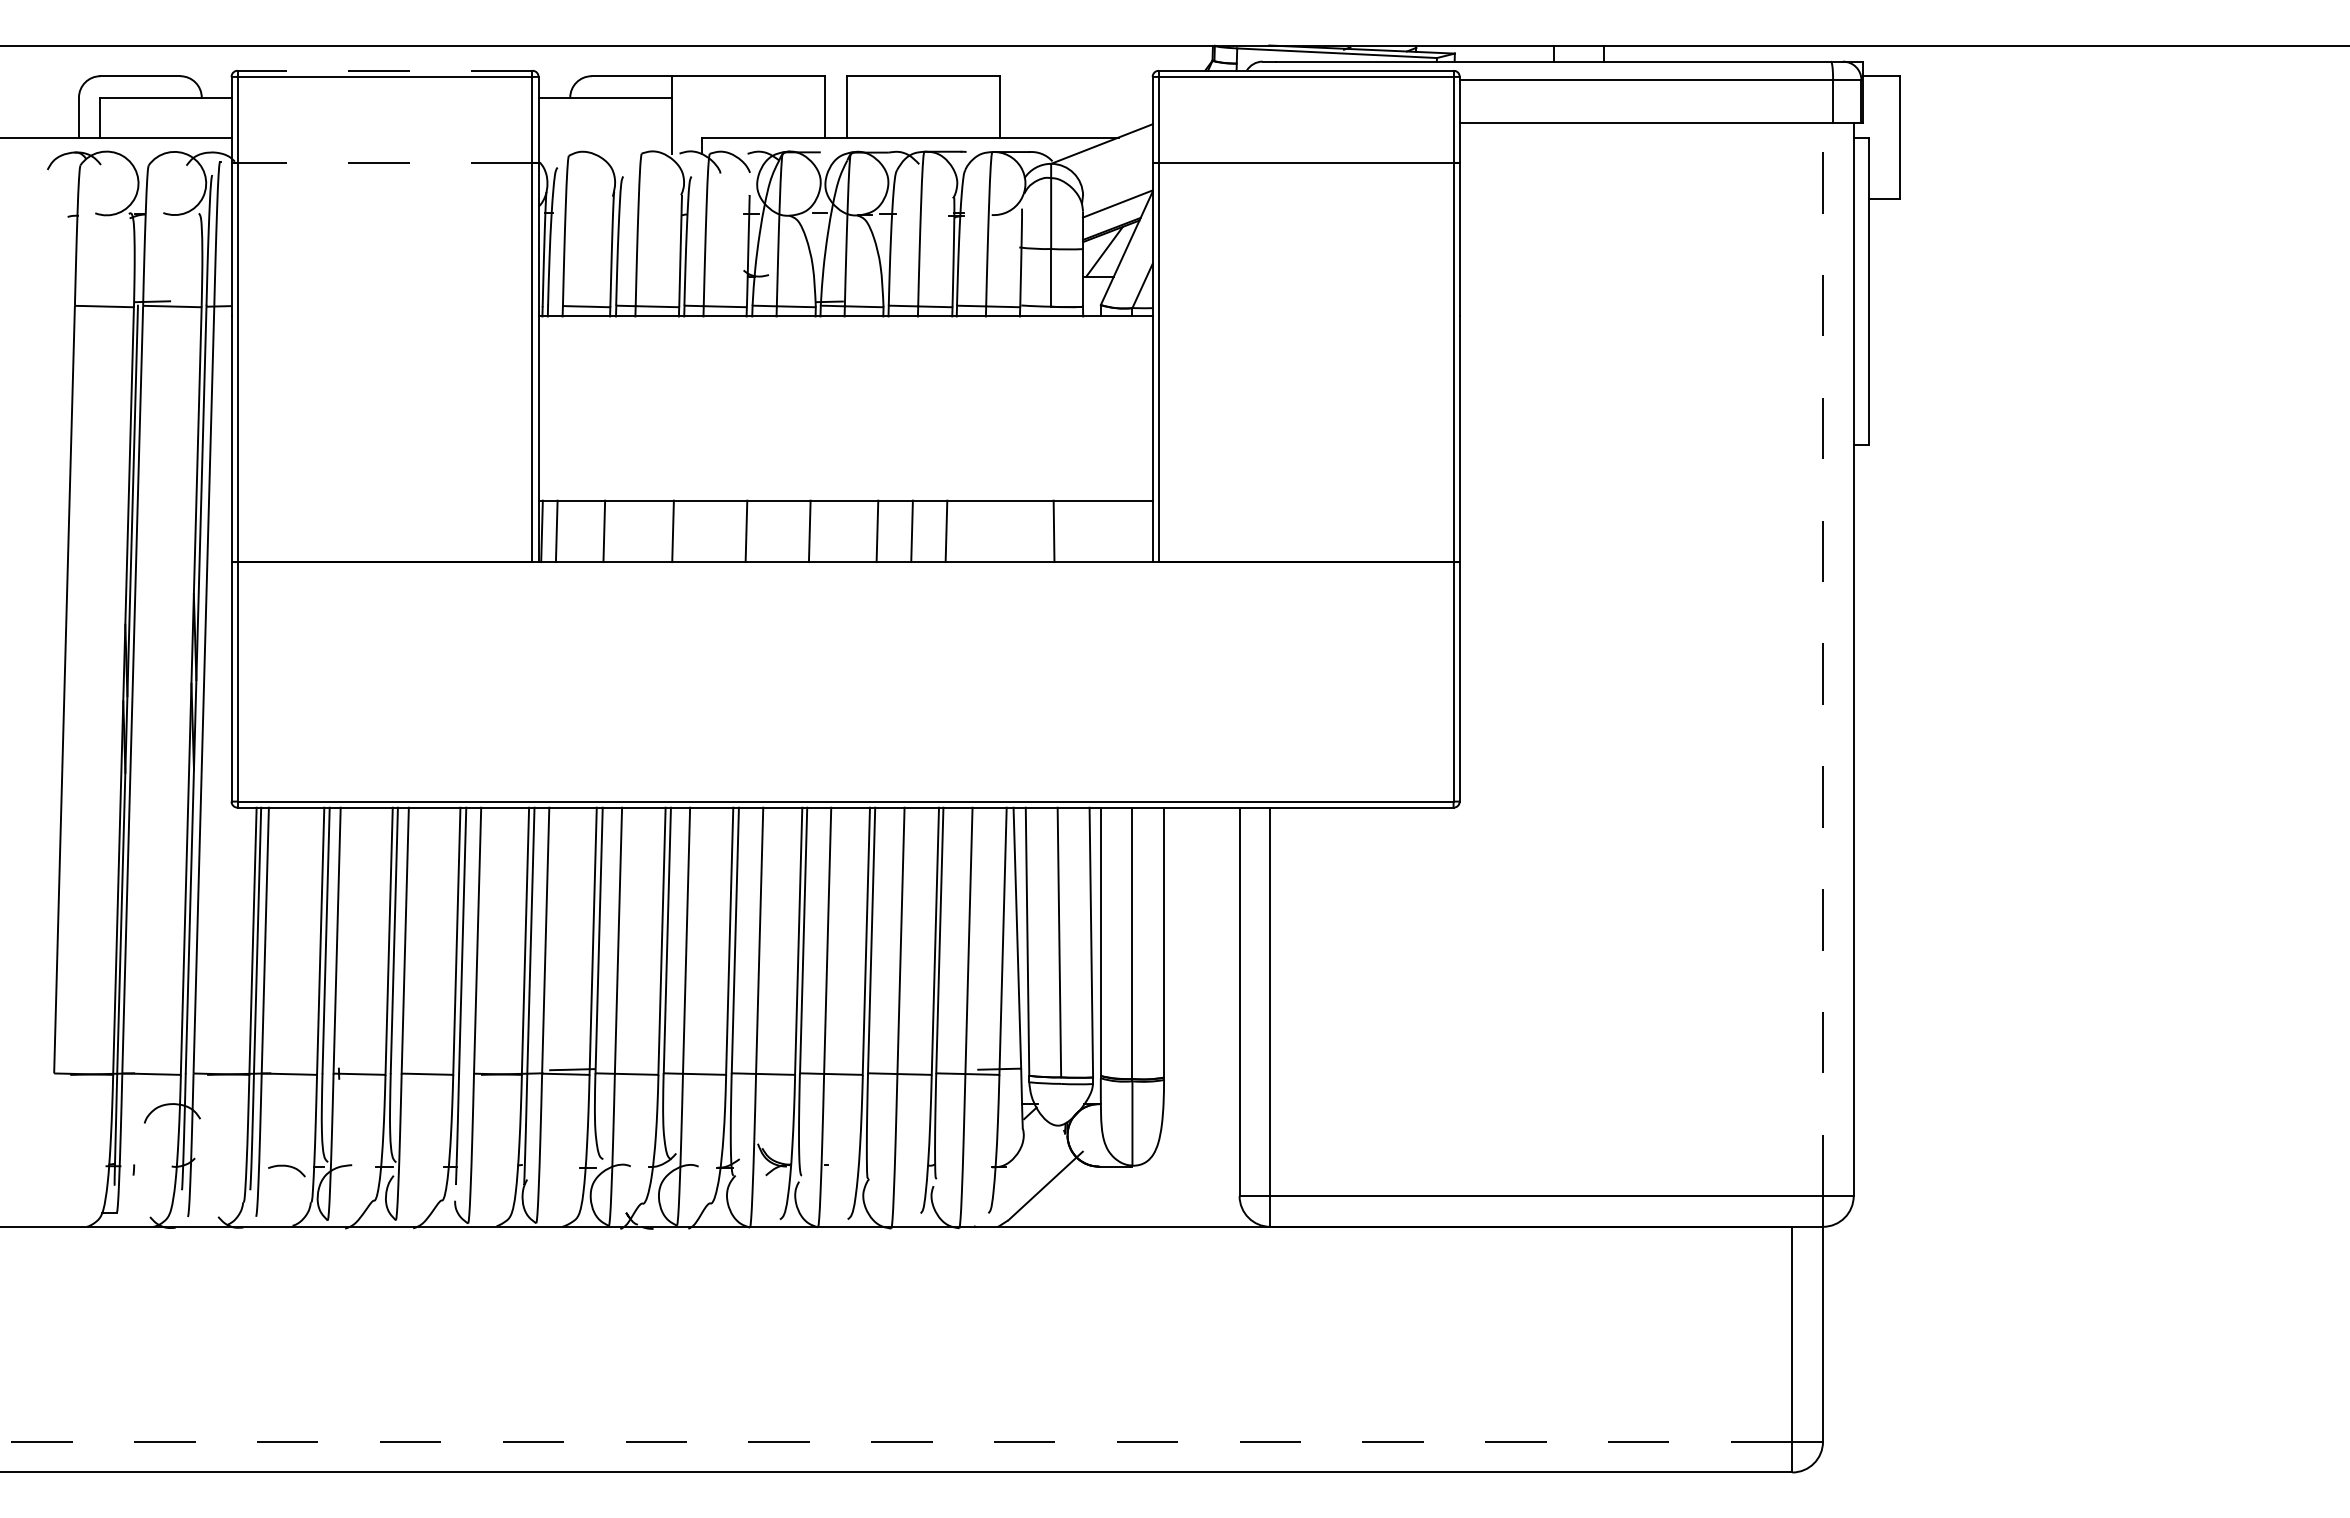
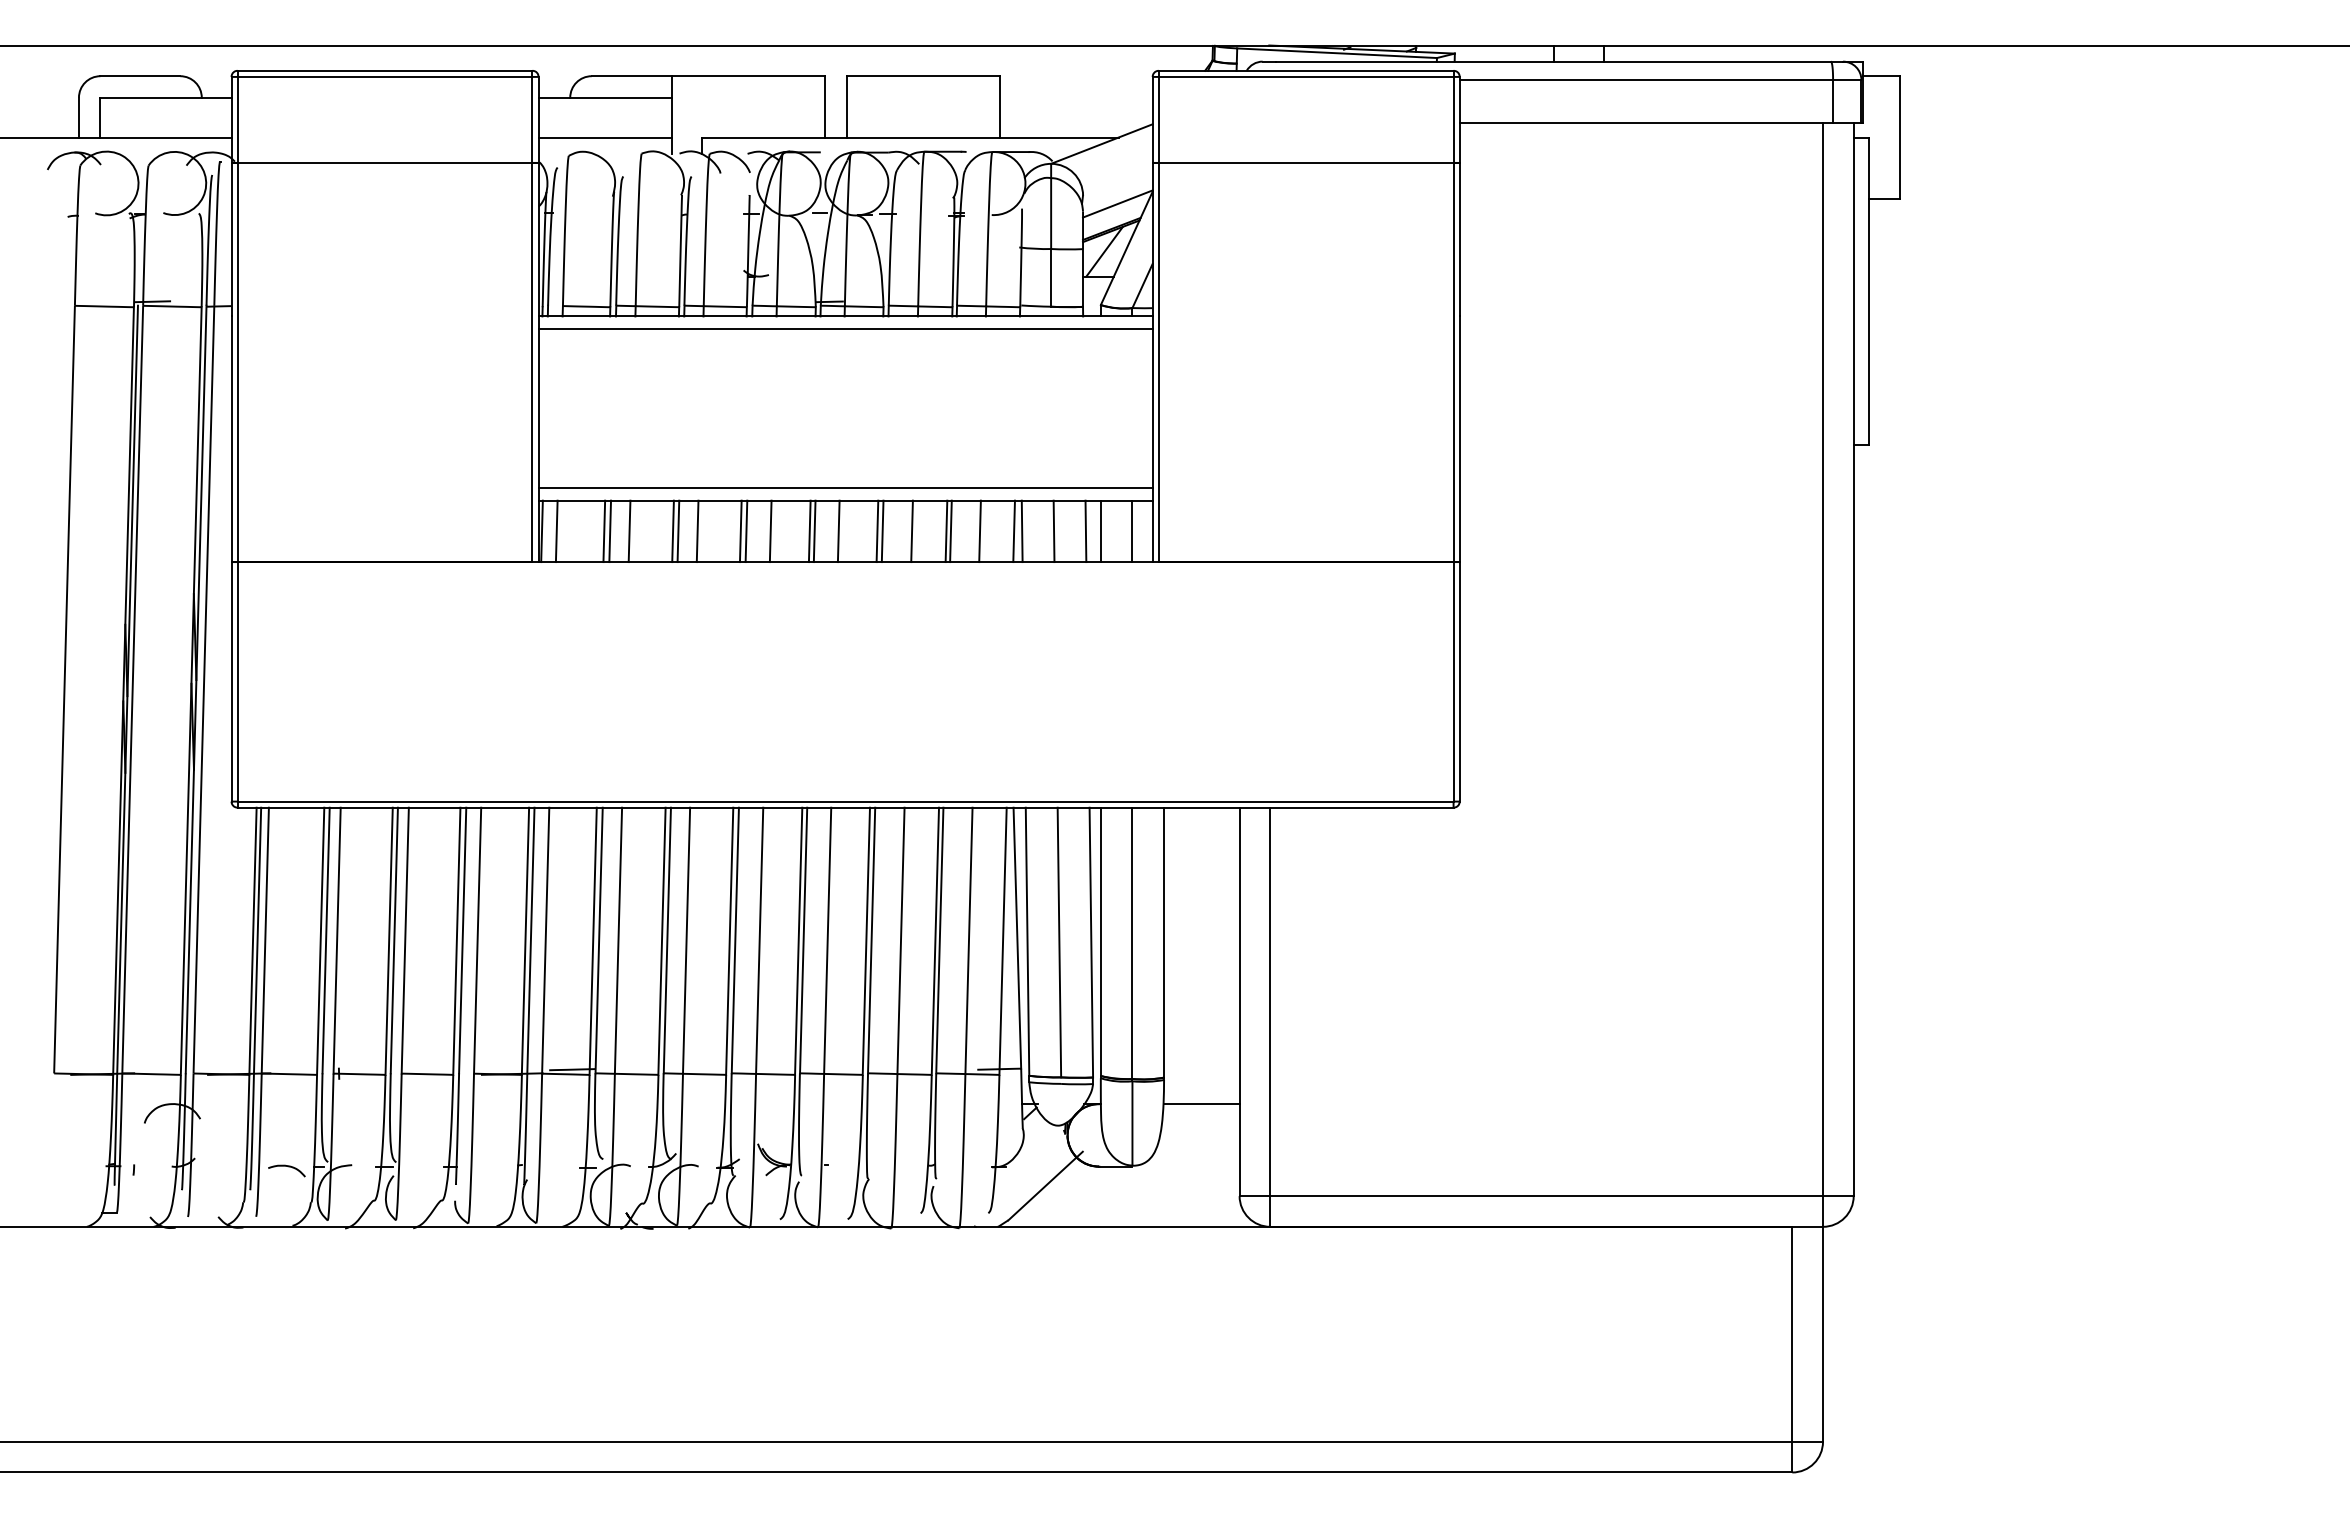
line at (384, 70): dashed -> solid
line at (604, 137): none -> present
line at (384, 162): dashed -> solid
line at (845, 328): none -> present
line at (845, 488): none -> present
line at (610, 531): none -> present
line at (629, 531): none -> present
line at (678, 531): none -> present
line at (697, 531): none -> present
line at (740, 531): none -> present
line at (770, 531): none -> present
line at (814, 531): none -> present
line at (838, 531): none -> present
line at (882, 531): none -> present
line at (950, 531): none -> present
line at (979, 531): none -> present
line at (1013, 531): none -> present
line at (1021, 531): none -> present
line at (1085, 531): none -> present
line at (1100, 531): none -> present
line at (1132, 531): none -> present
line at (1823, 659): dashed -> solid
line at (1201, 1104): none -> present
line at (896, 1441): dashed -> solid
